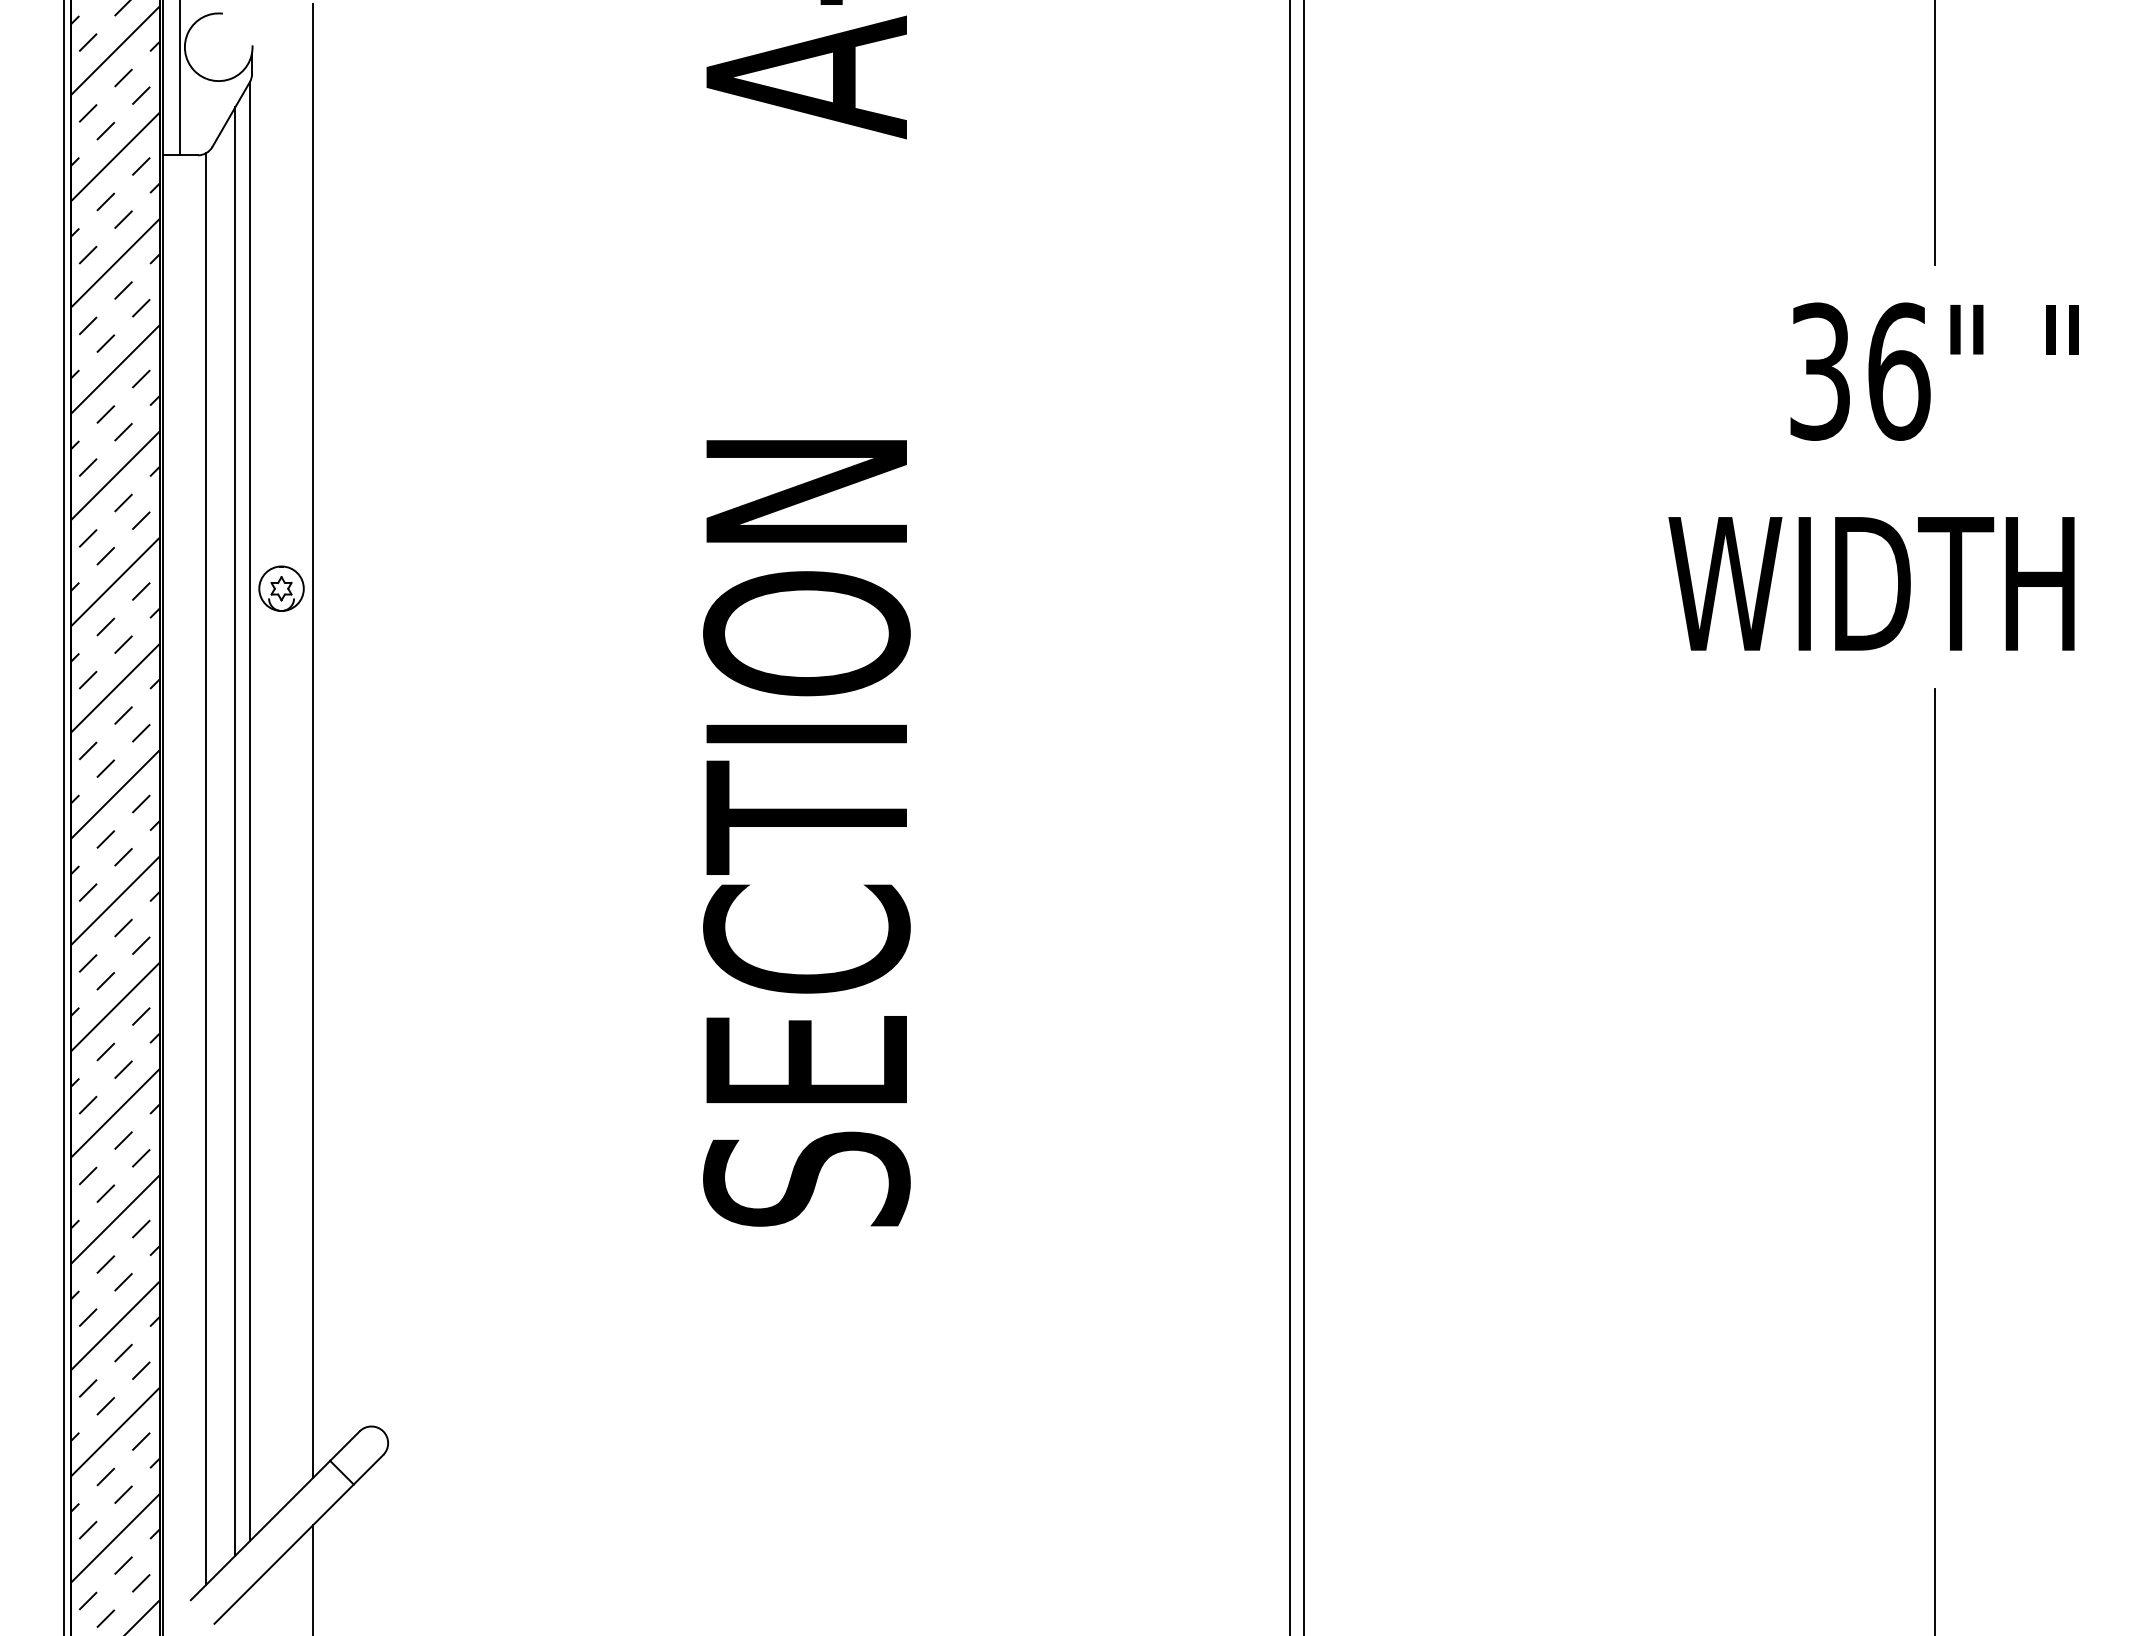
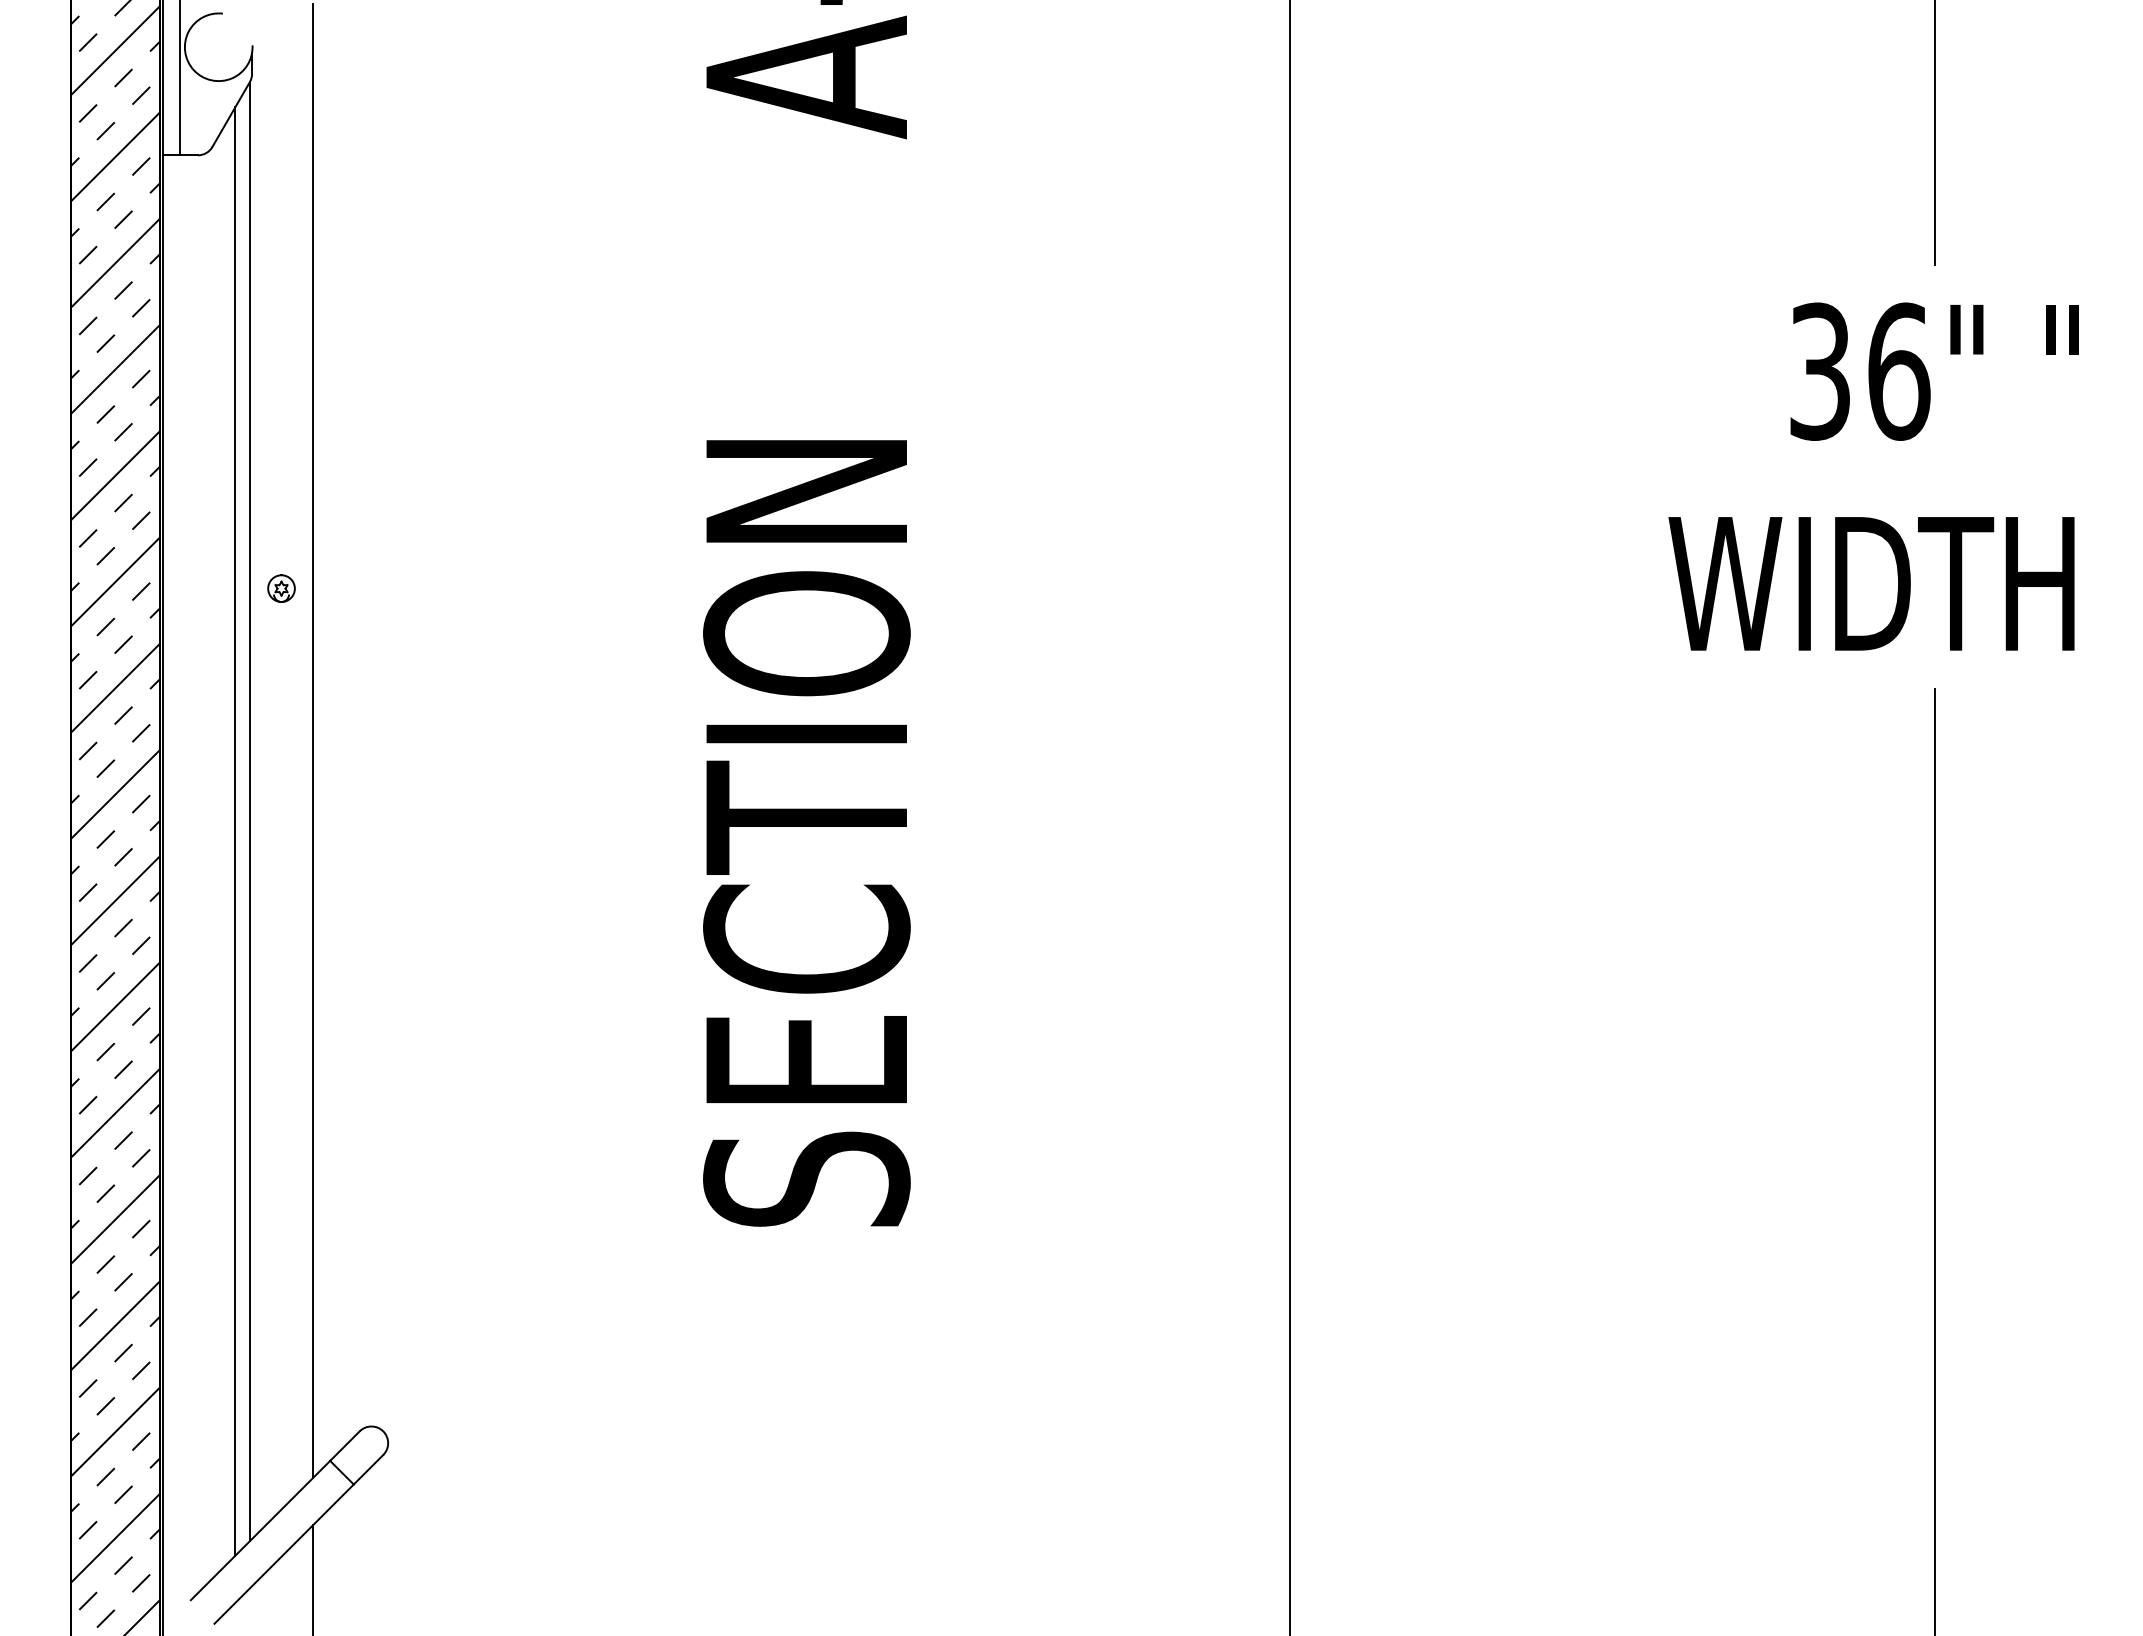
part at (281, 588) size: 47x47 px -> 29x29 px
line at (64, 817): present -> none
line at (1303, 817): present -> none
line at (205, 869): present -> none
